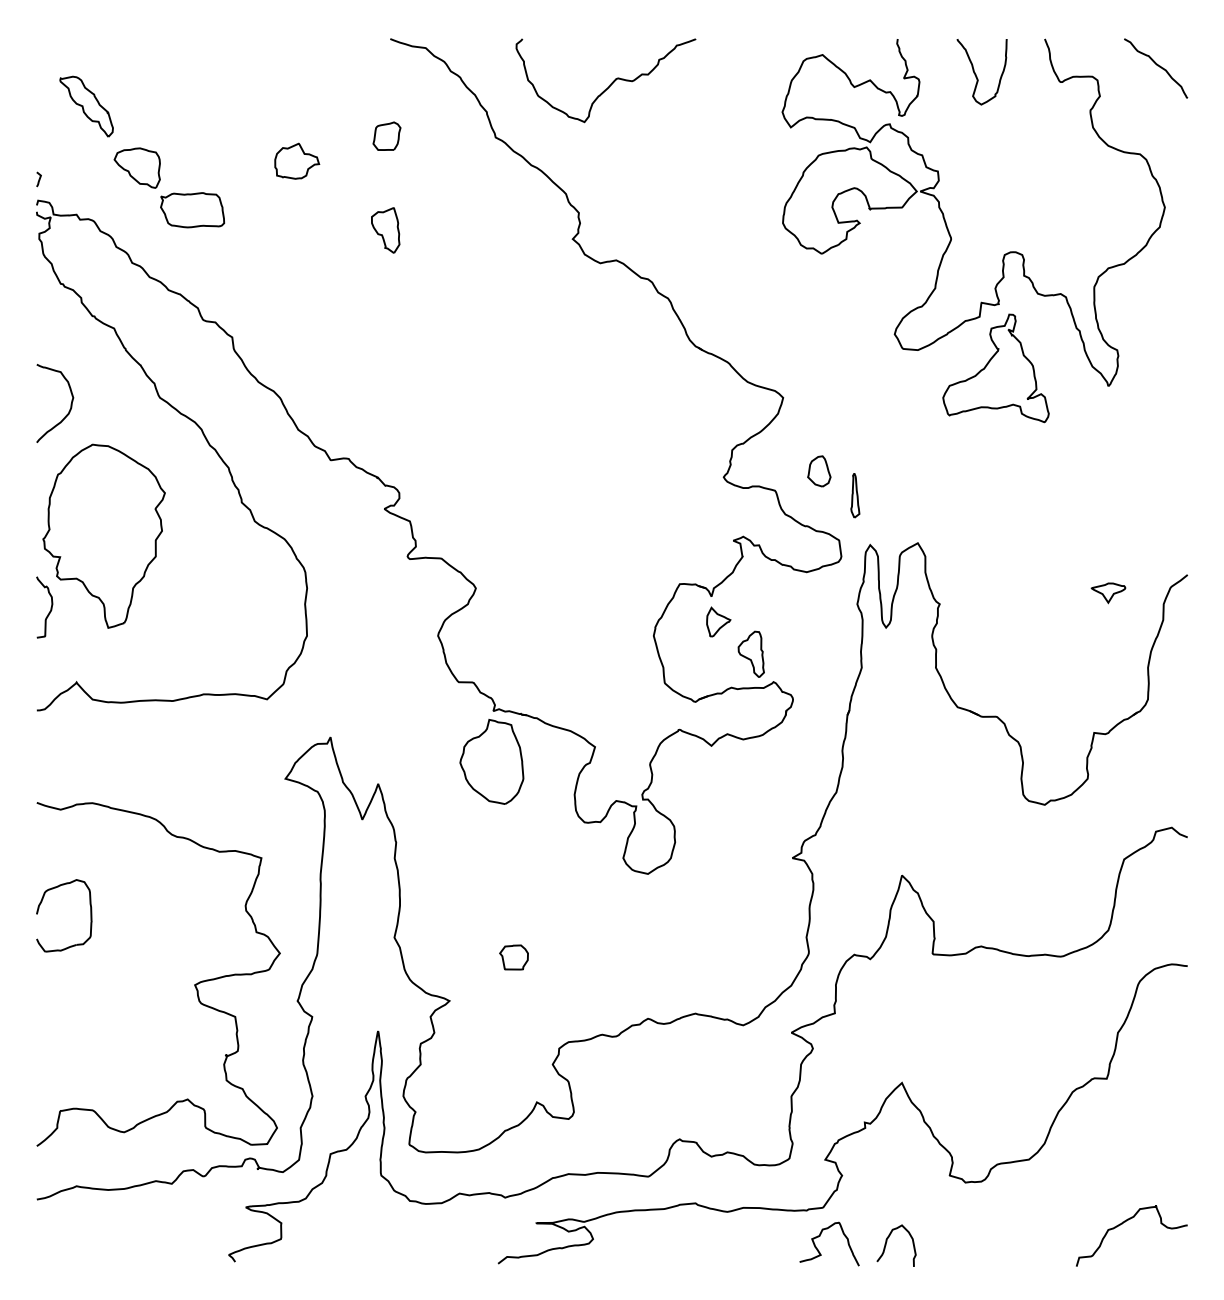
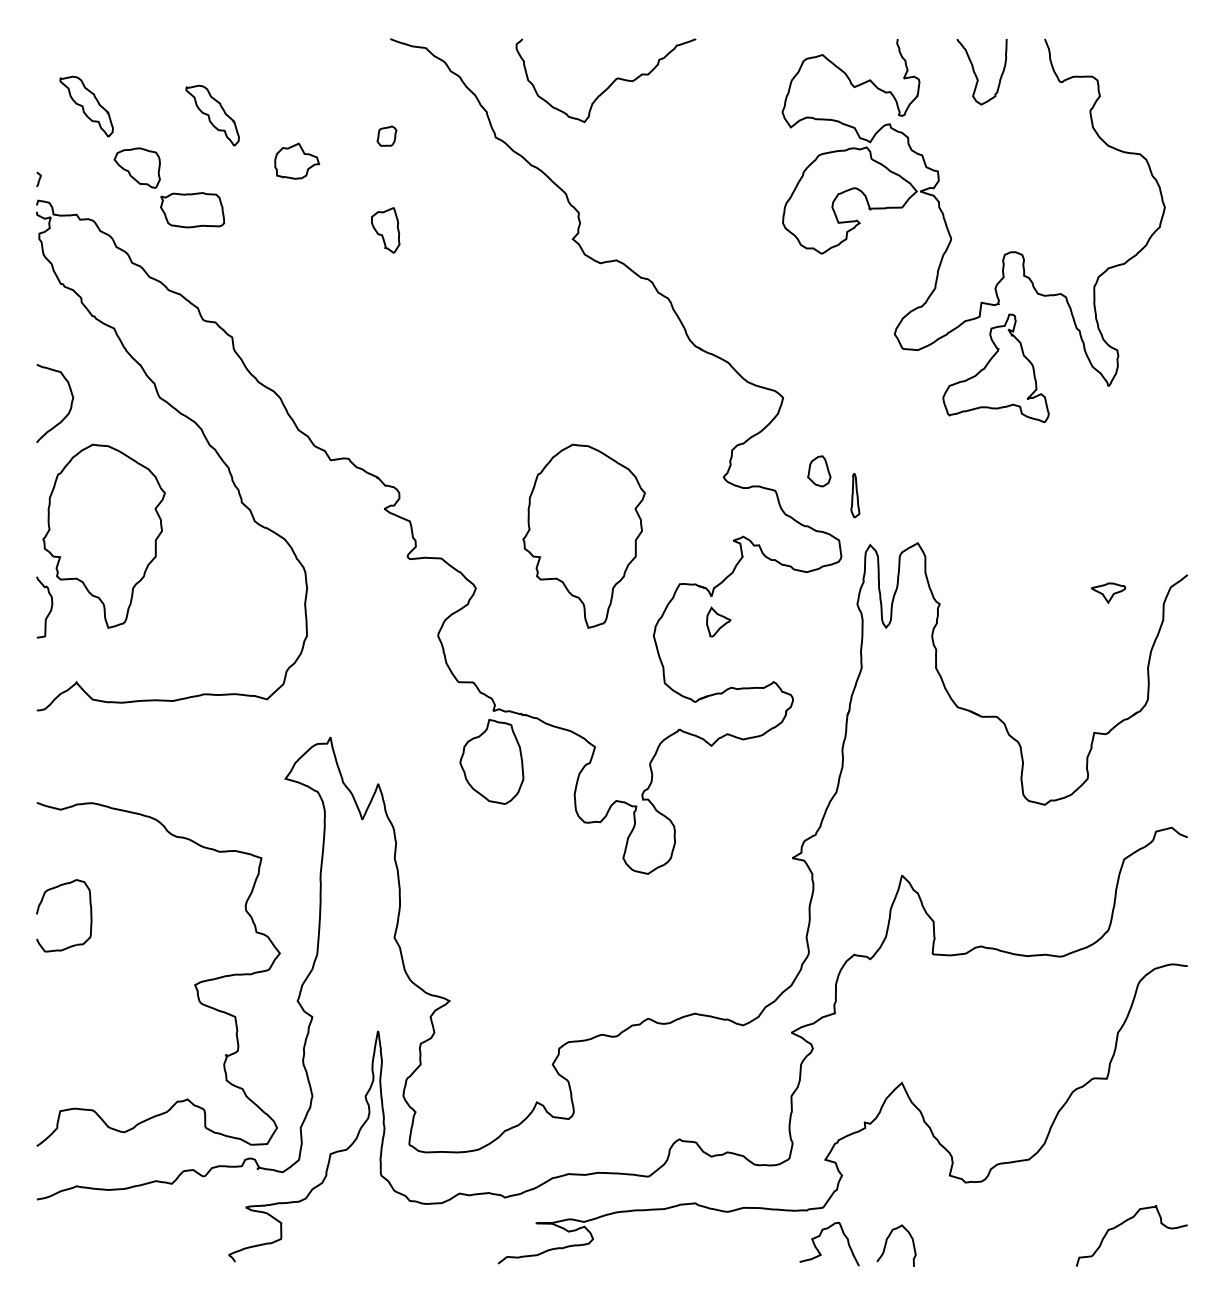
curve at (1157, 66): present -> none
part at (212, 115): none -> present
part at (386, 135) size: 30x30 px -> 22x22 px
part at (583, 535): none -> present
part at (750, 653): present -> none
part at (513, 957): present -> none
